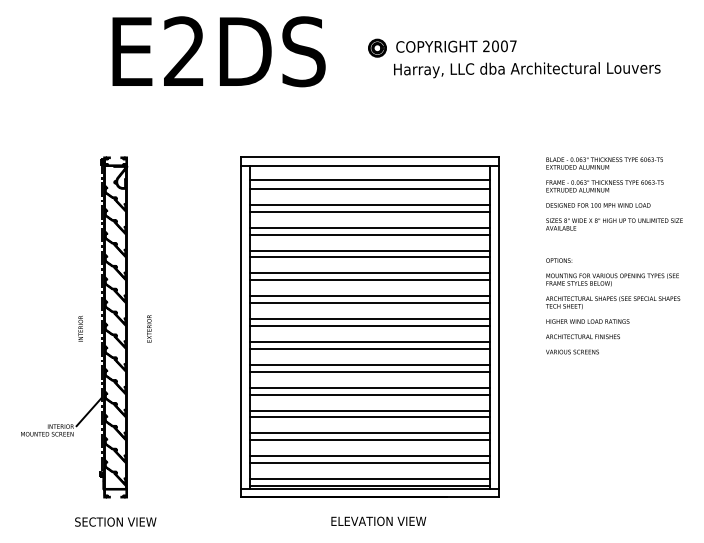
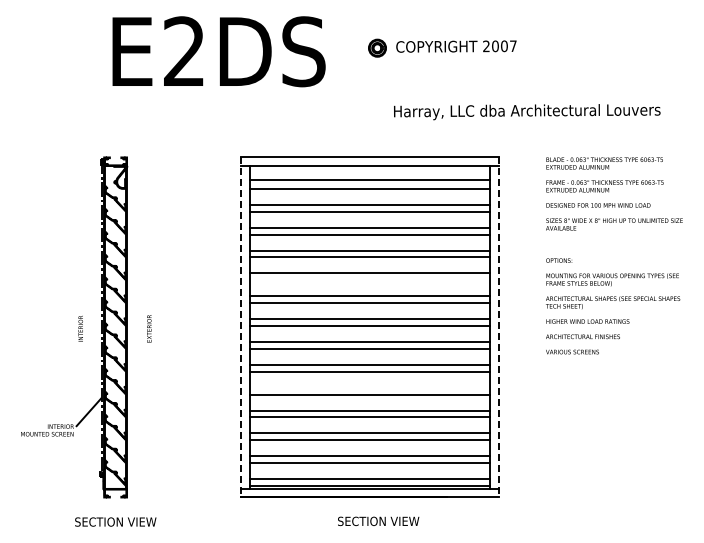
text at (527, 70) position: (527, 70) -> (527, 112)
line at (369, 280): present -> none
line at (241, 327): solid -> dashed
line at (498, 327): solid -> dashed
line at (369, 387): present -> none
text at (378, 521): ELEVATION VIEW -> SECTION VIEW
